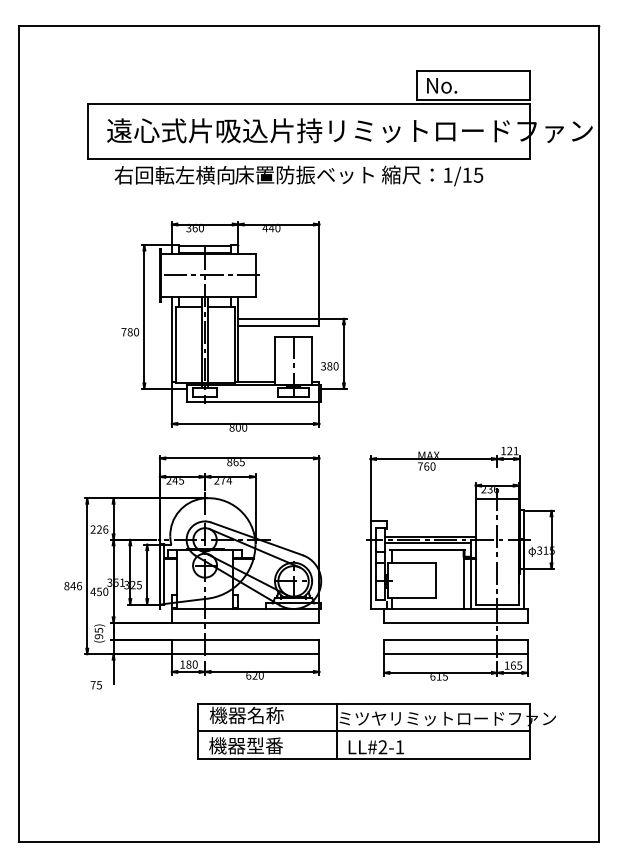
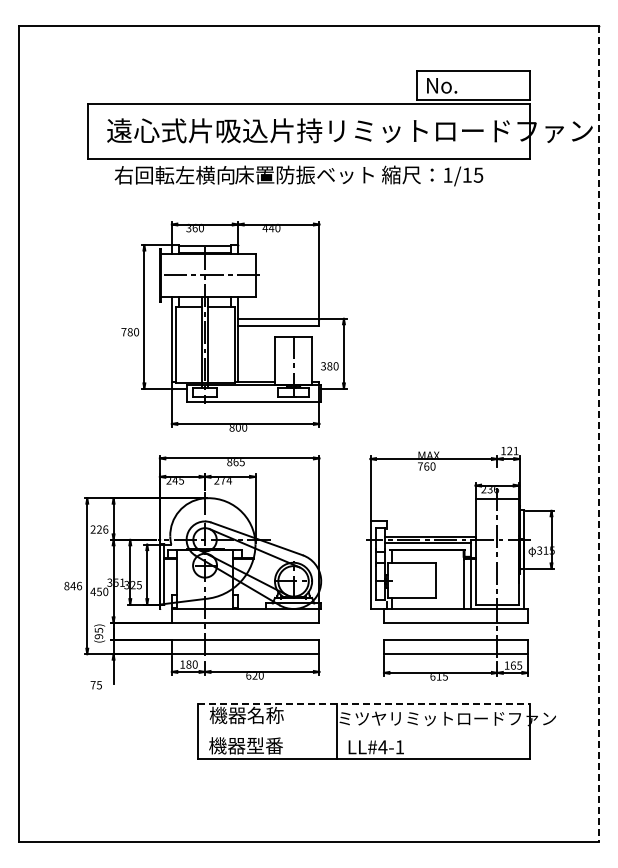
line at (599, 434): solid -> dashed
line at (364, 703): solid -> dashed
line at (364, 731): present -> none
text at (382, 747): LL#2-1 -> LL#4-1
